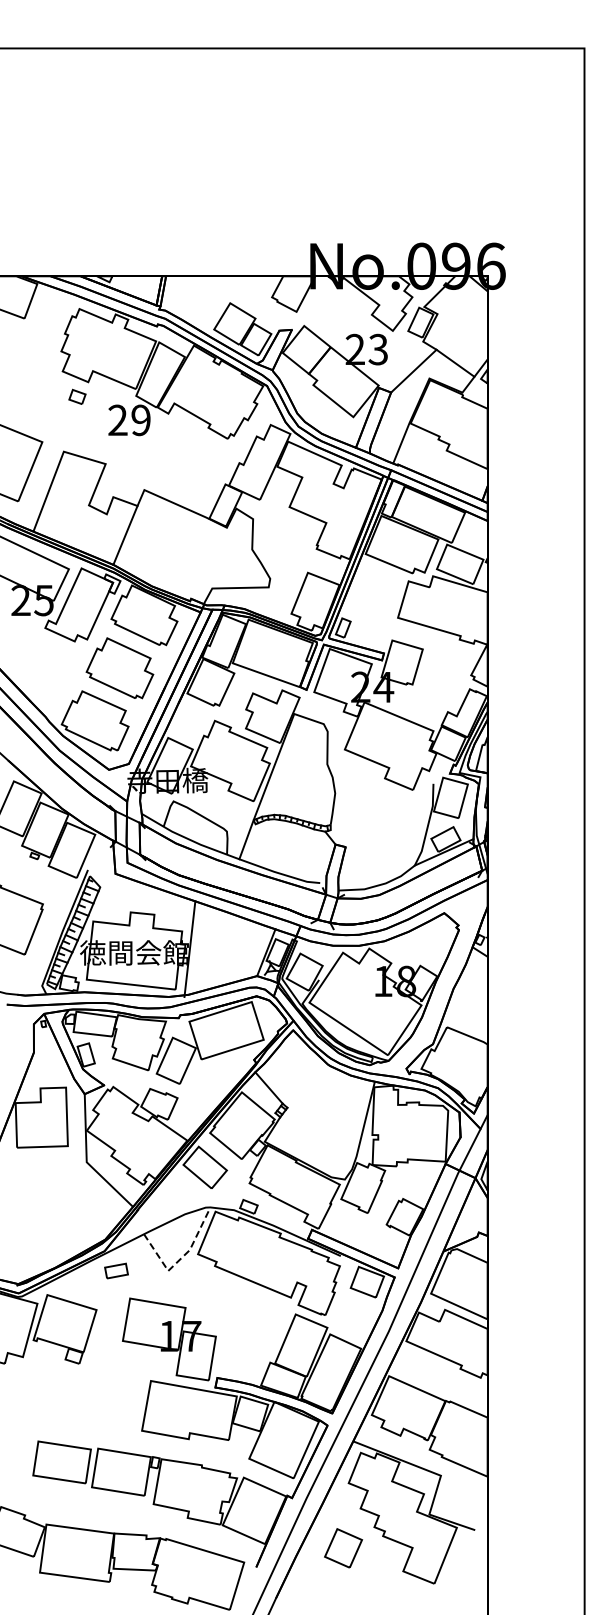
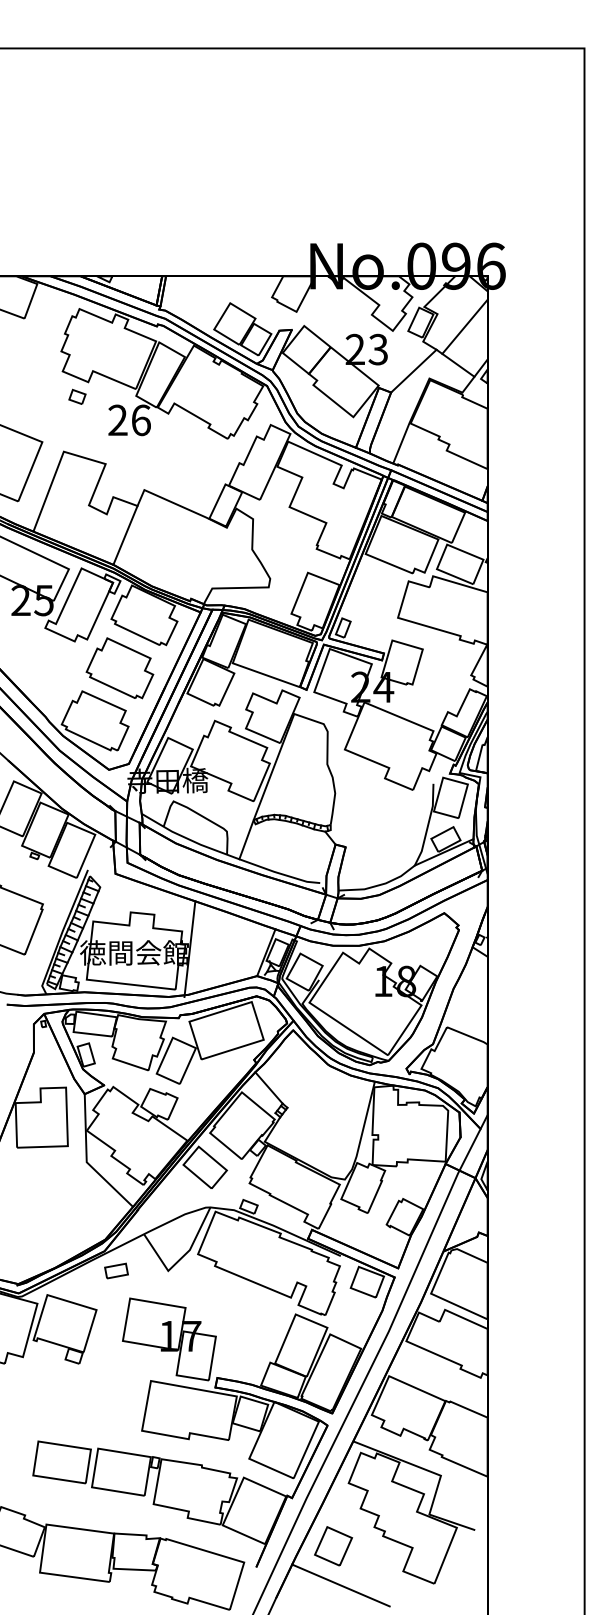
line at (464, 326): none -> present
text at (140, 420): 29 -> 26
line at (180, 1258): dashed -> solid
part at (343, 1548) position: (343, 1548) -> (333, 1546)
line at (340, 1585): none -> present
